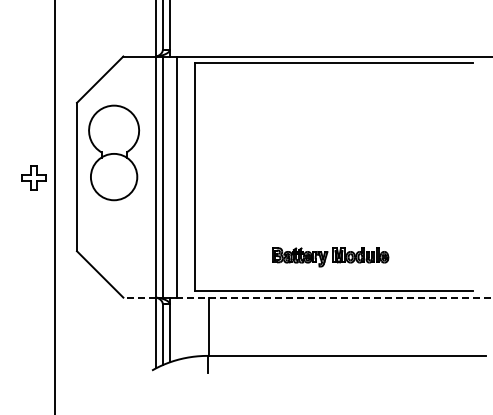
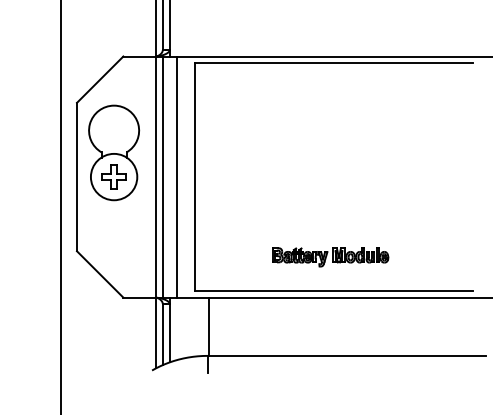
part at (33, 177) position: (33, 177) -> (113, 176)
line at (54, 206) position: (54, 206) -> (60, 206)
line at (139, 297): dashed -> solid
line at (334, 297): dashed -> solid
